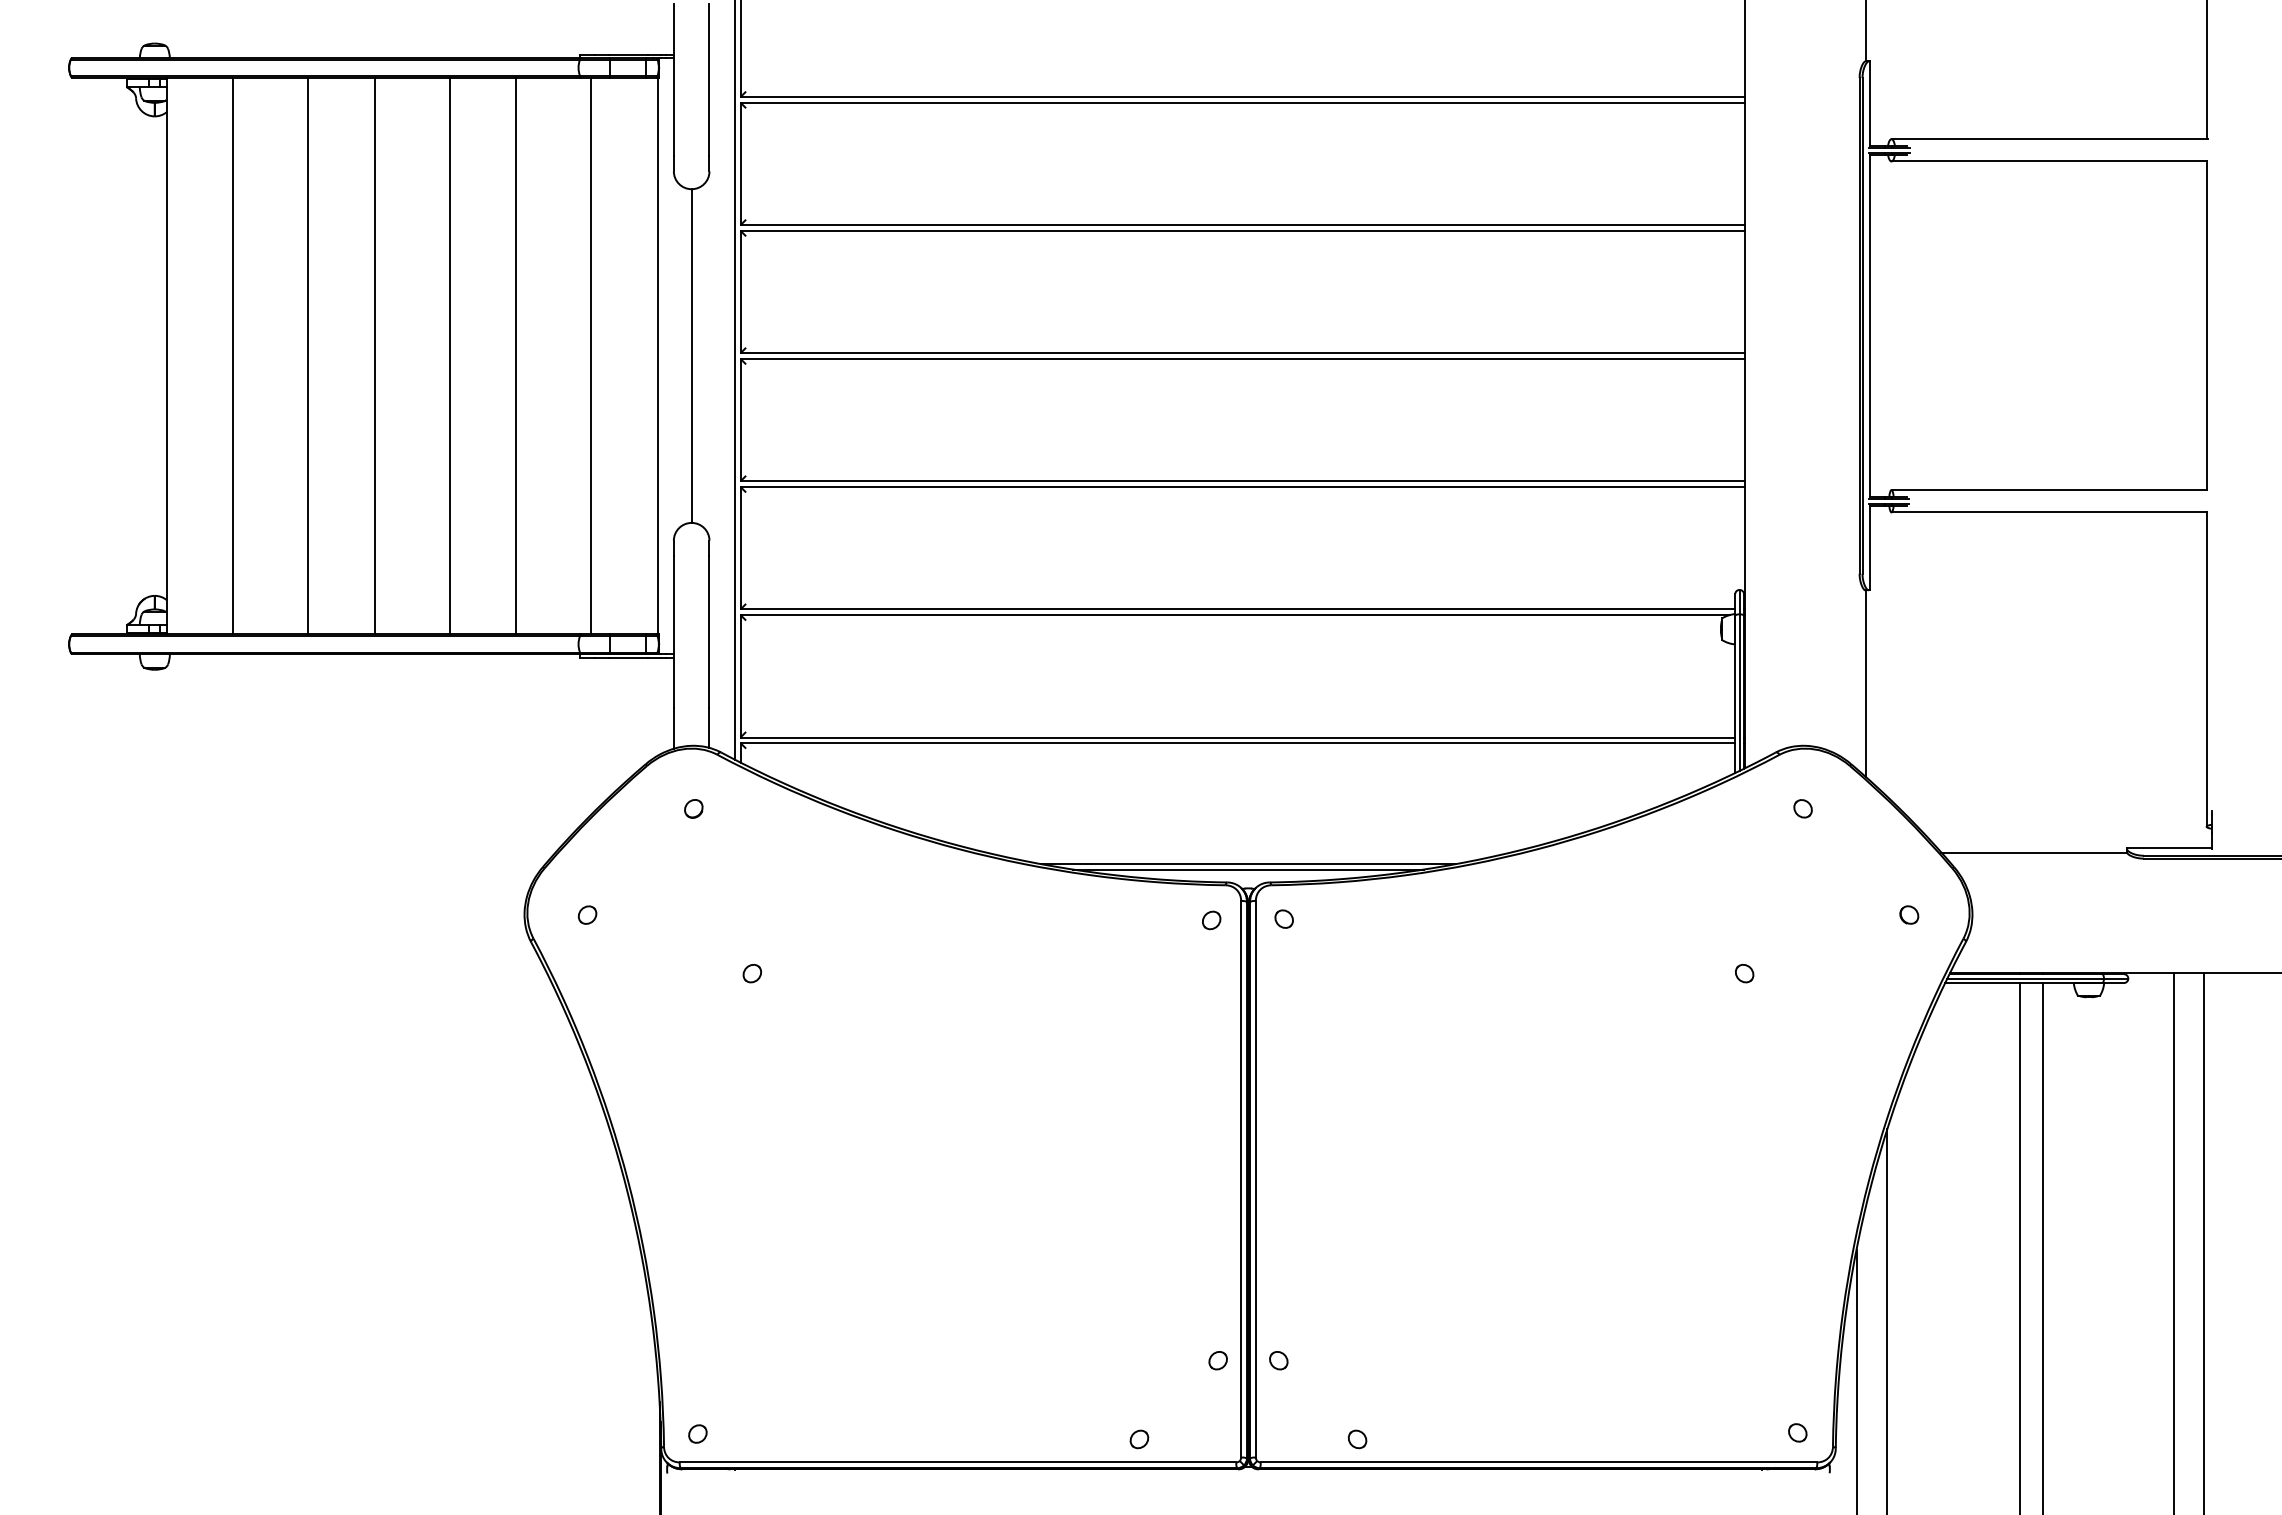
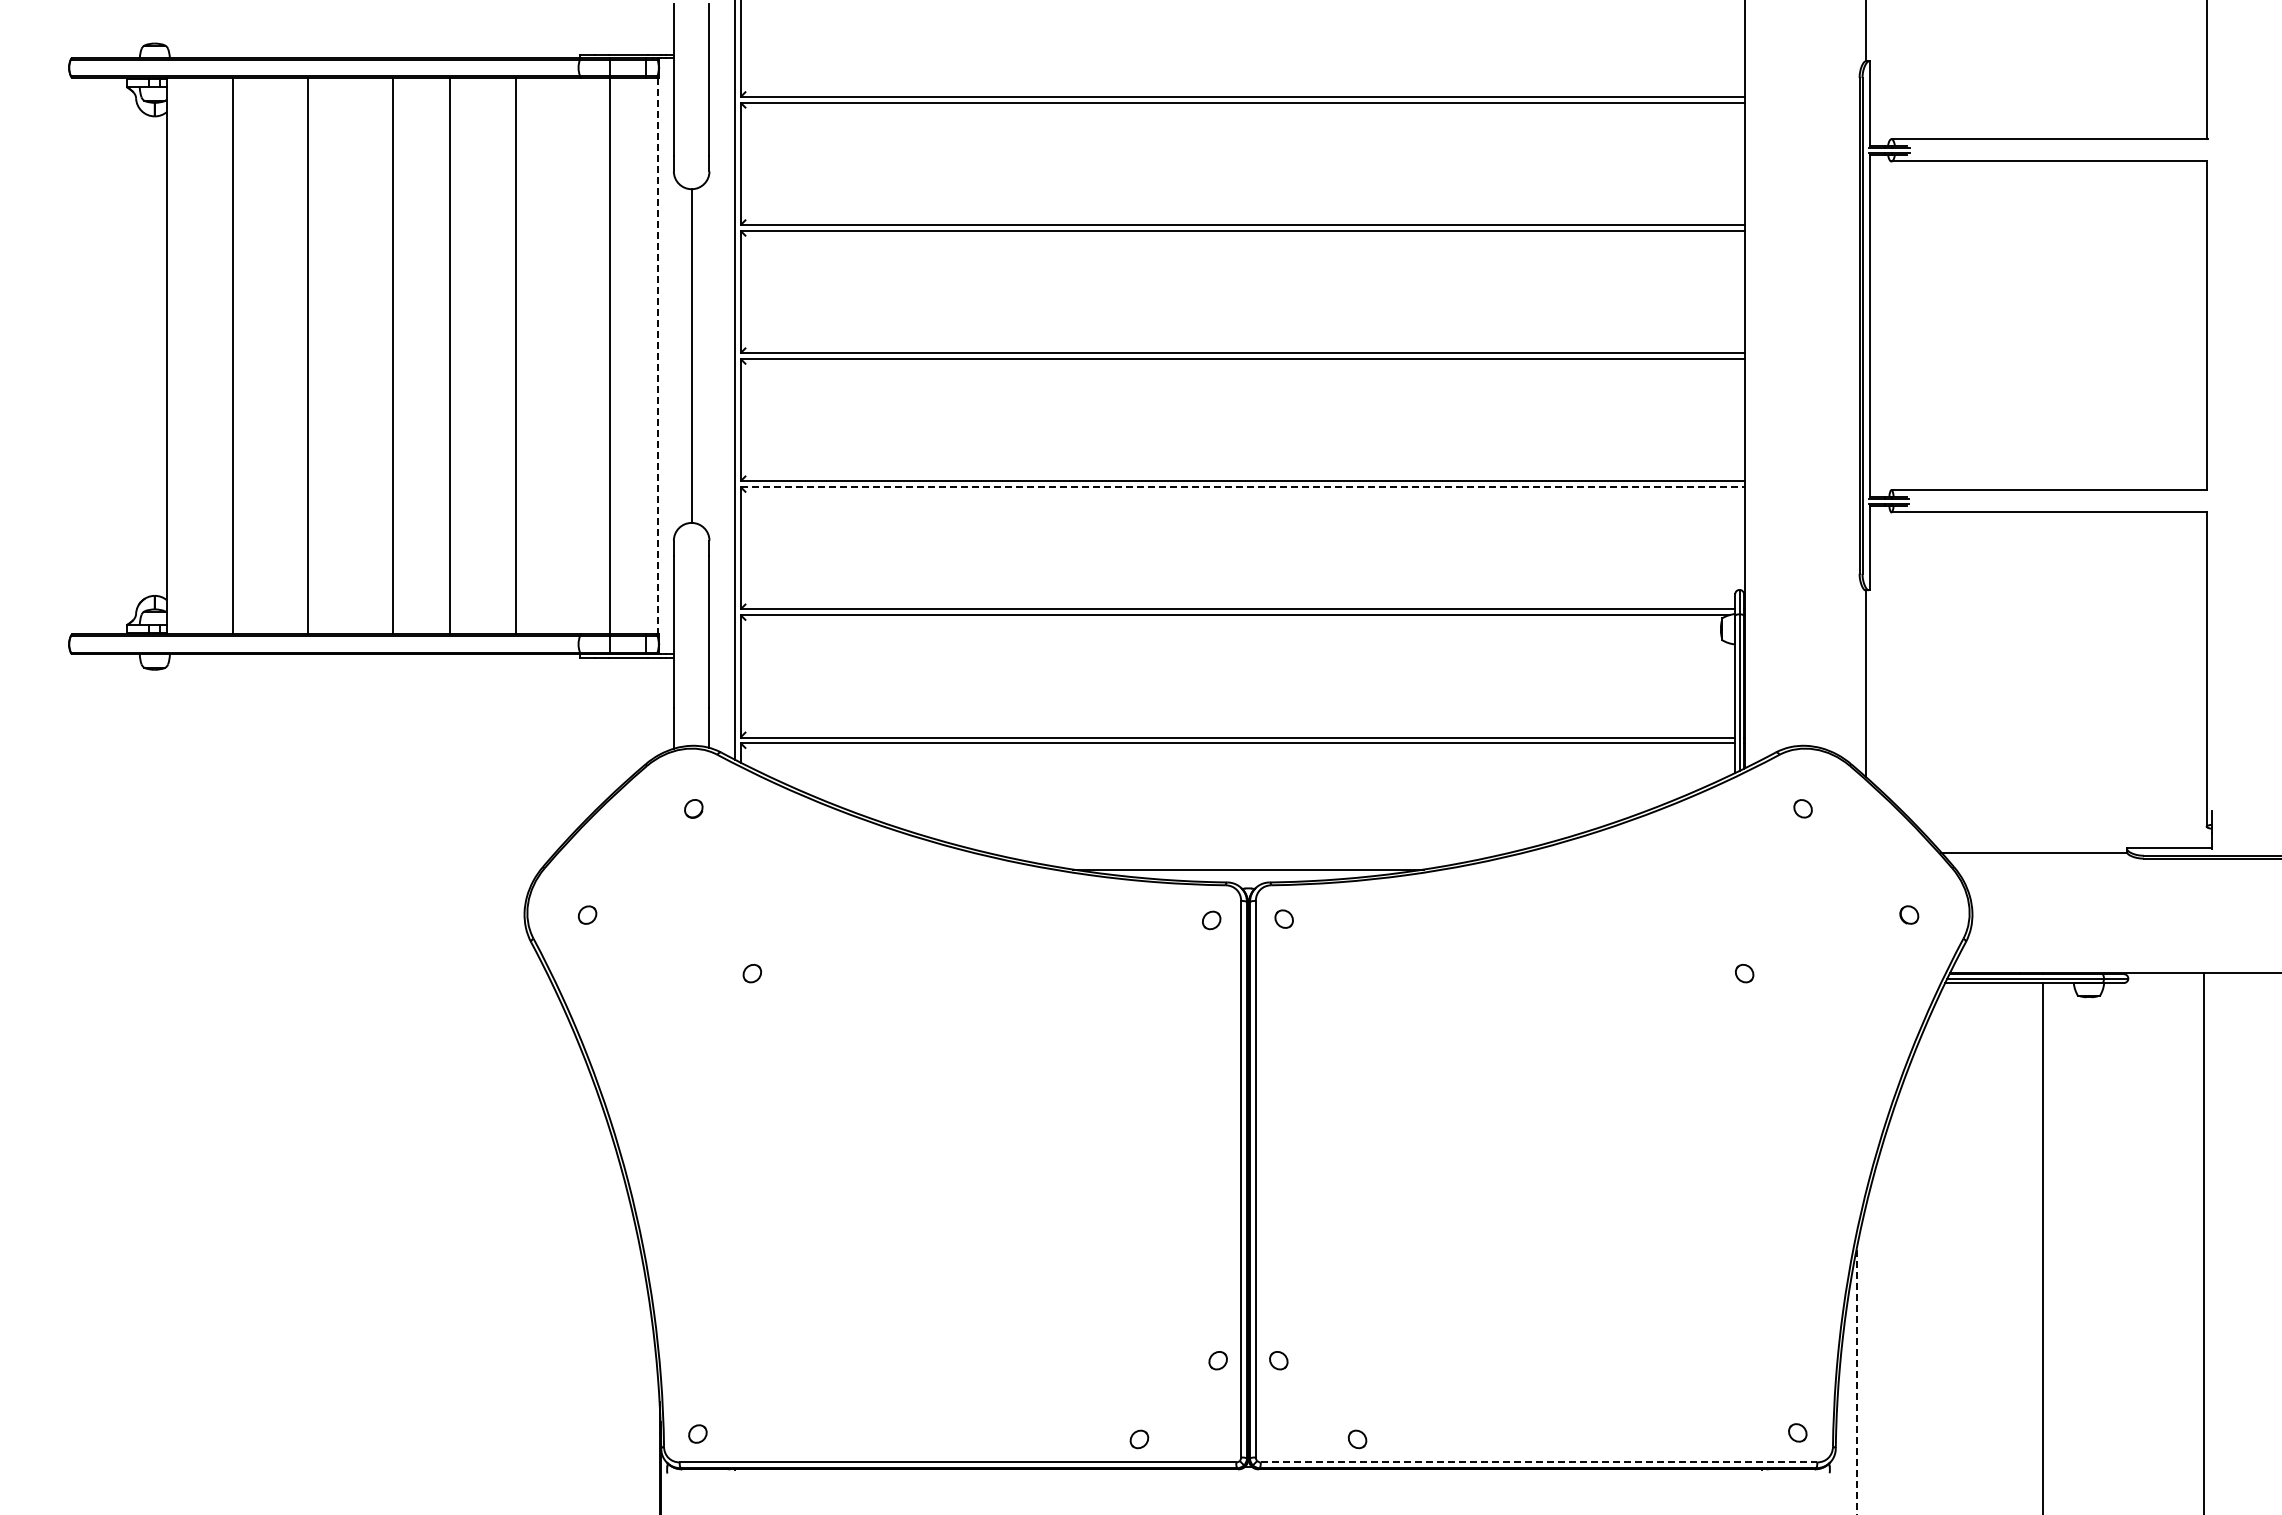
line at (374, 355) position: (374, 355) -> (392, 355)
line at (591, 355) position: (591, 355) -> (610, 355)
line at (657, 356): solid -> dashed
line at (1243, 486): solid -> dashed
line at (1248, 864): present -> none
line at (2174, 1242): present -> none
line at (2019, 1247): present -> none
line at (1887, 1320): present -> none
line at (1856, 1382): solid -> dashed
line at (1539, 1462): solid -> dashed
